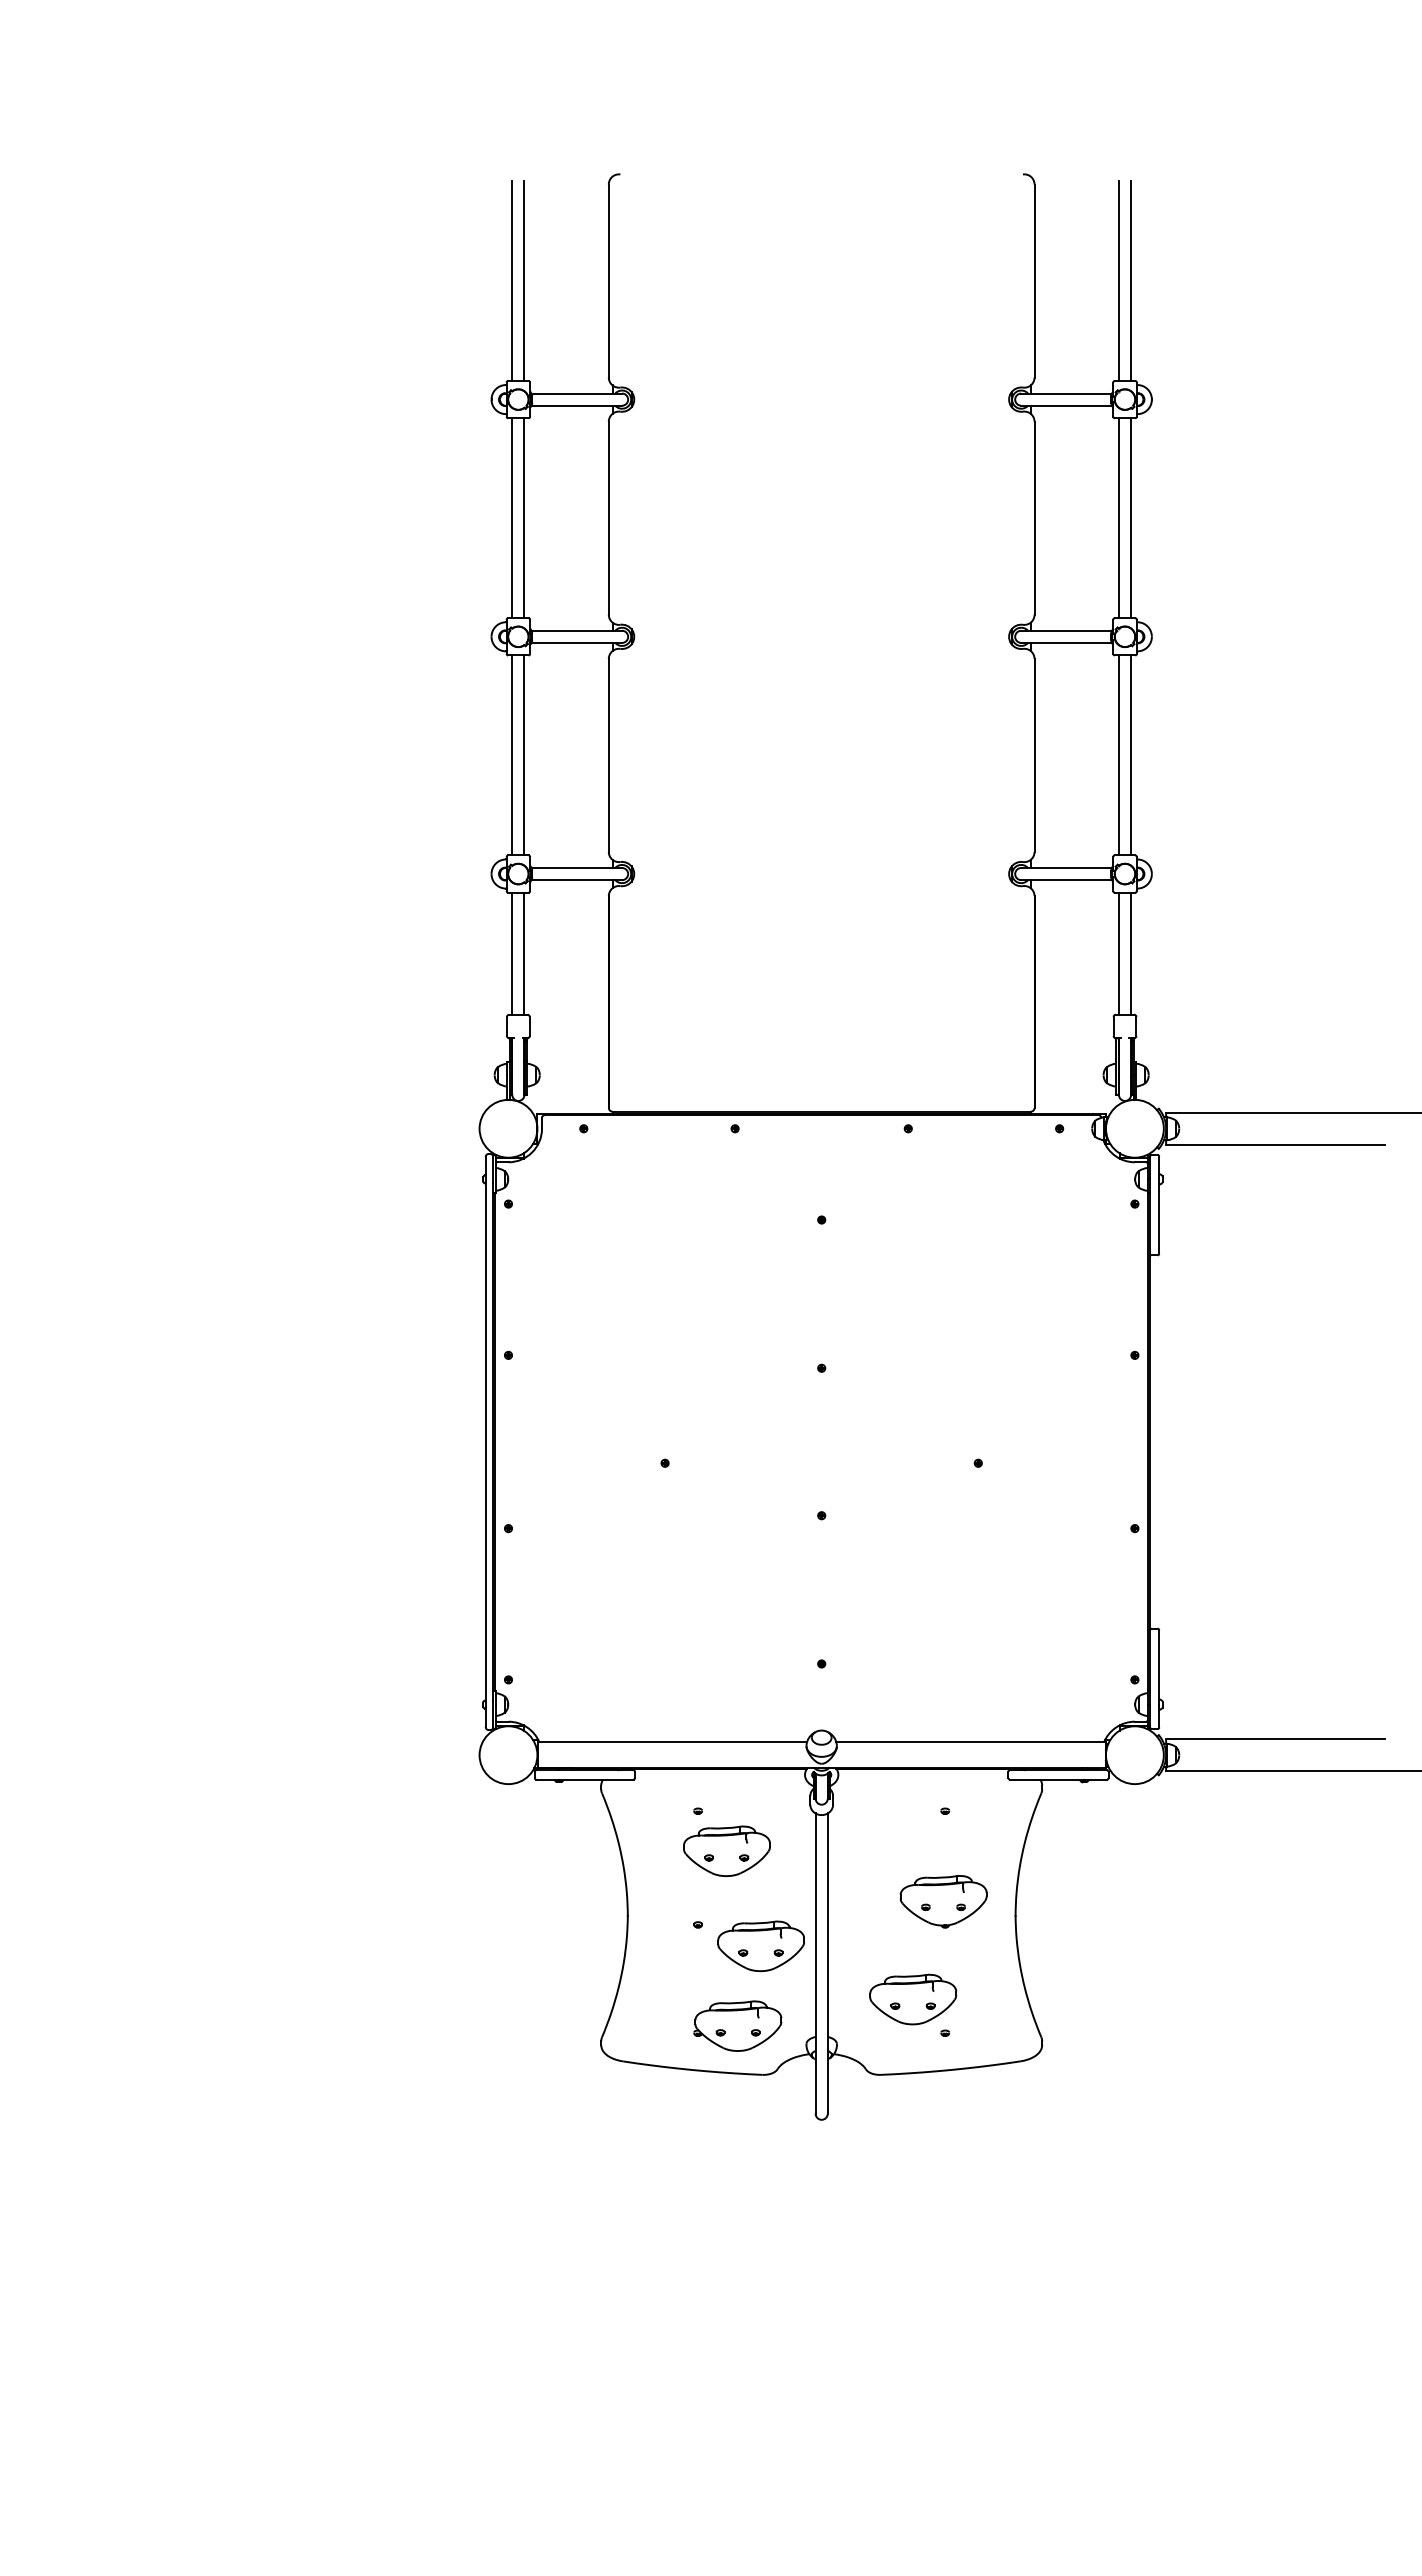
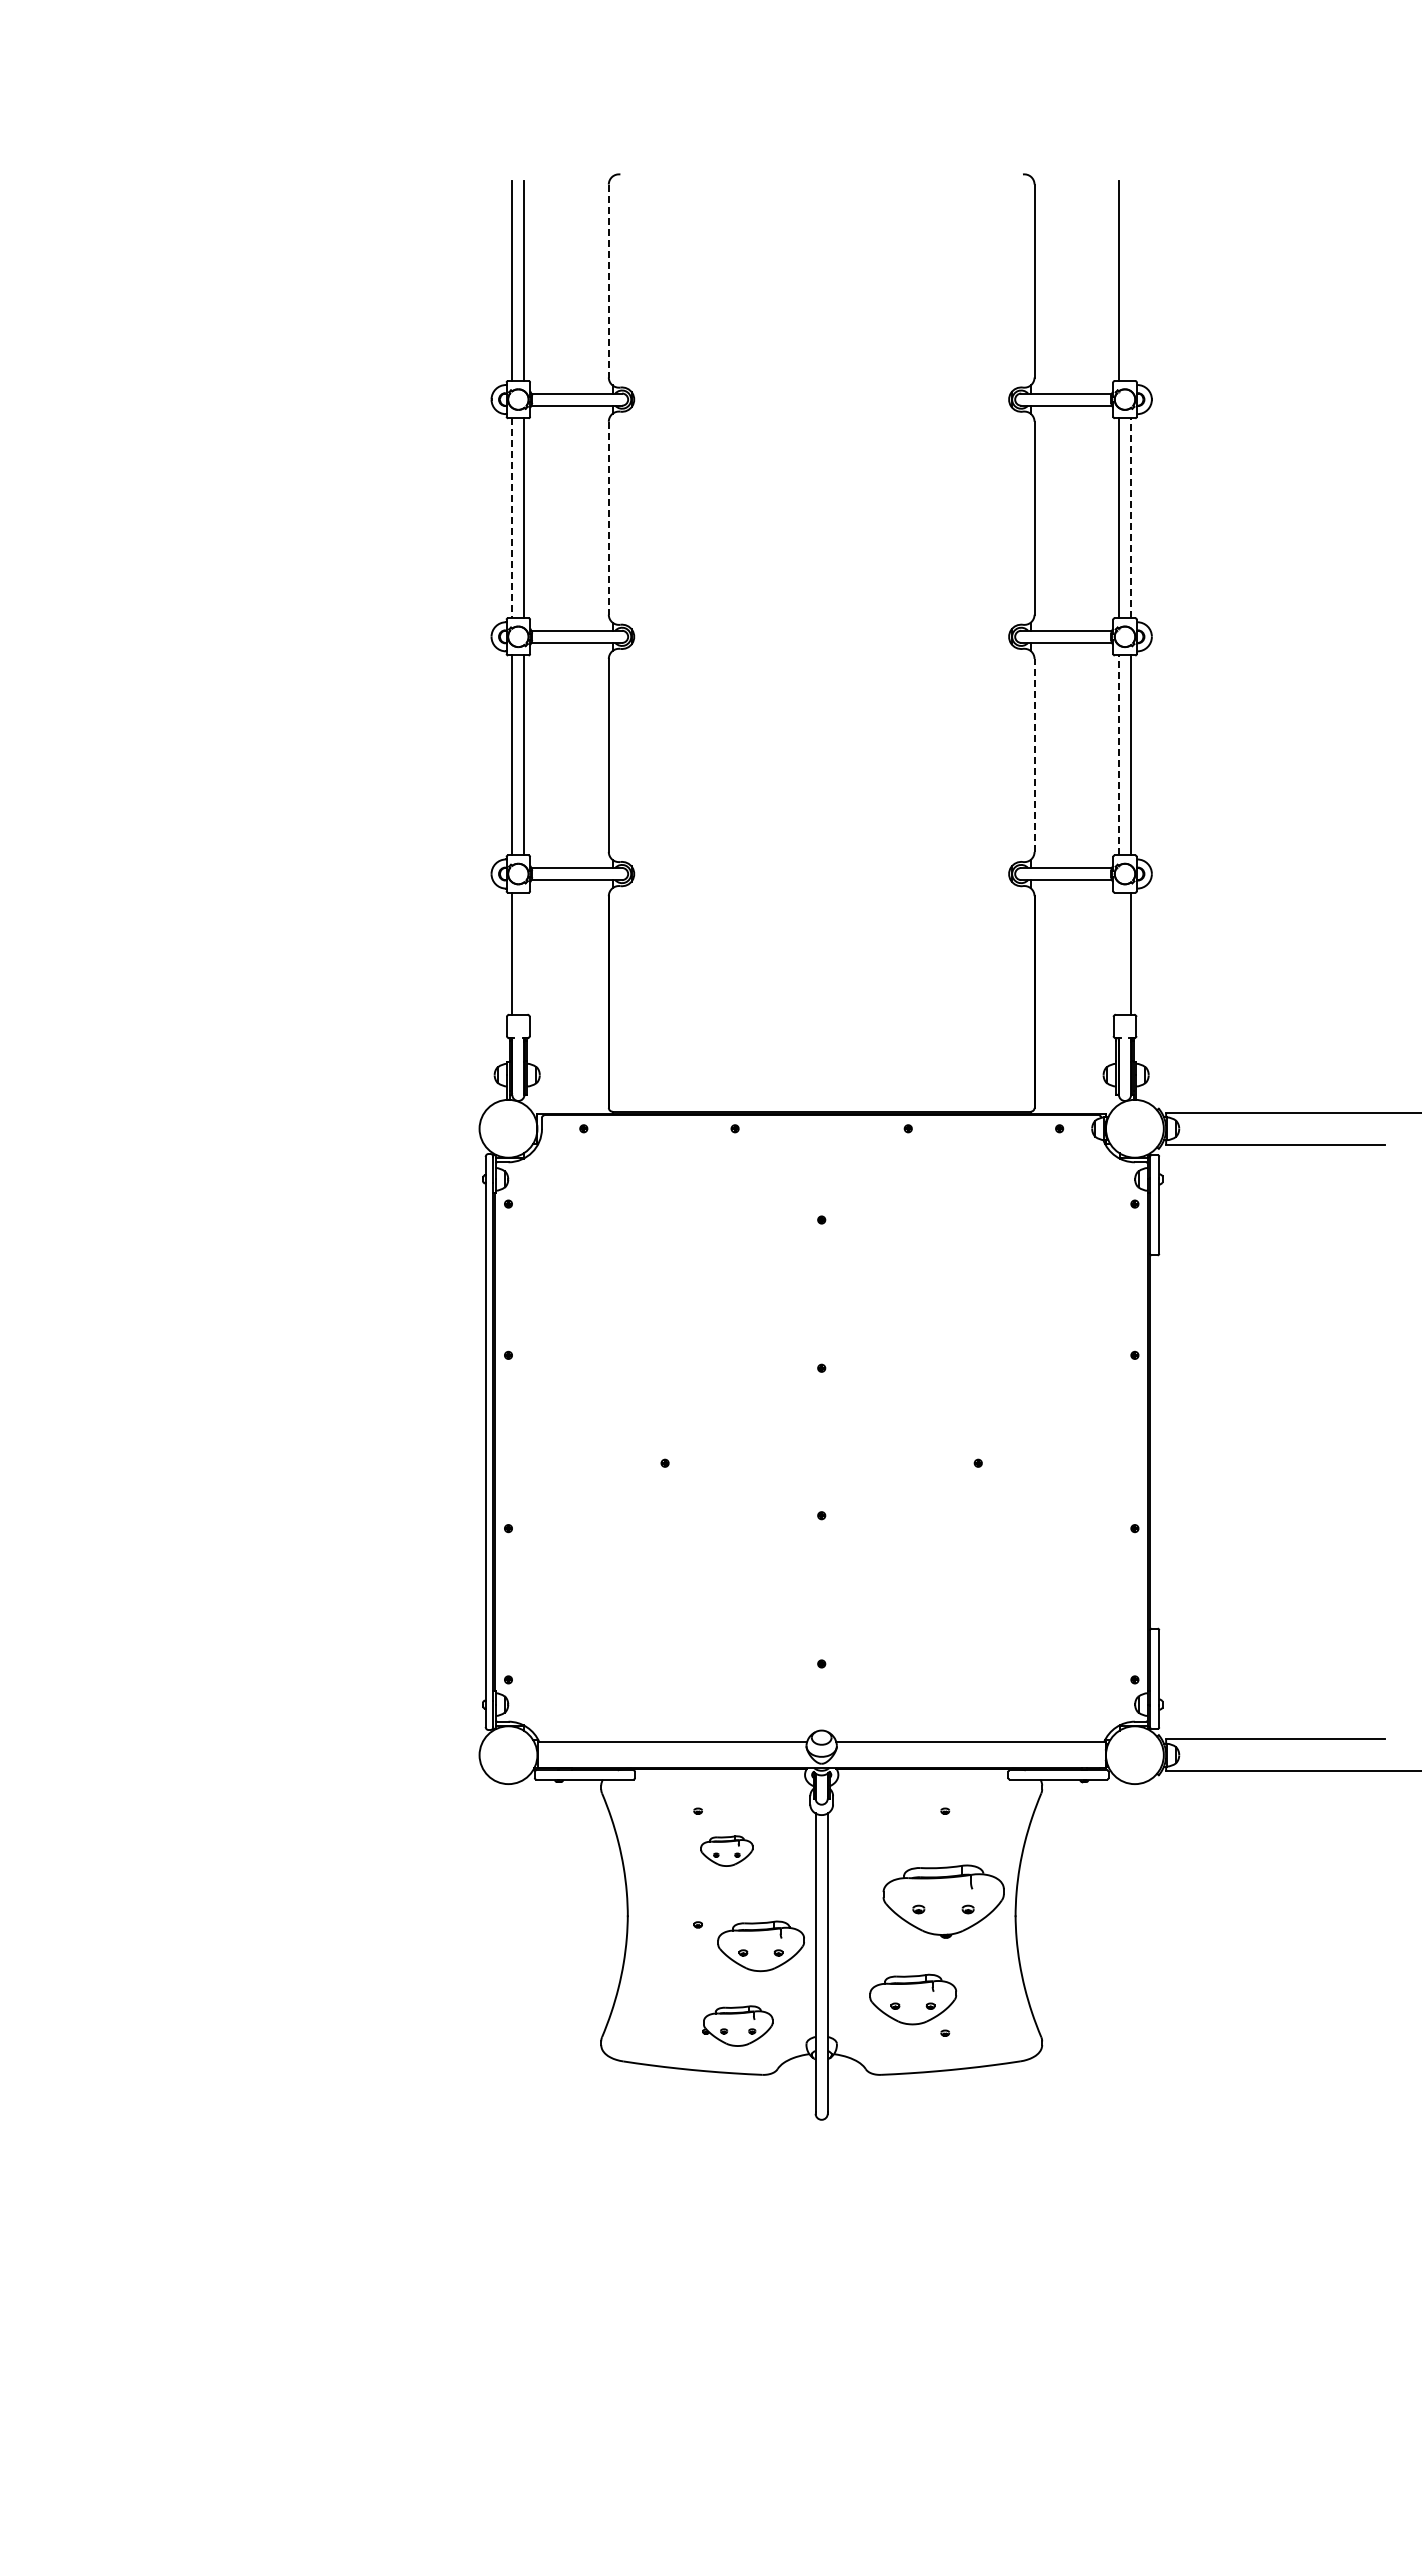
line at (608, 281): solid -> dashed
line at (1131, 281): present -> none
line at (512, 518): solid -> dashed
line at (608, 518): solid -> dashed
line at (1131, 518): solid -> dashed
line at (1034, 754): solid -> dashed
line at (1118, 755): solid -> dashed
line at (524, 953): present -> none
line at (1118, 953): present -> none
part at (726, 1850) size: 88x52 px -> 54x32 px
part at (943, 1901) size: 89x54 px -> 123x75 px
part at (737, 2025) size: 90x52 px -> 72x42 px
